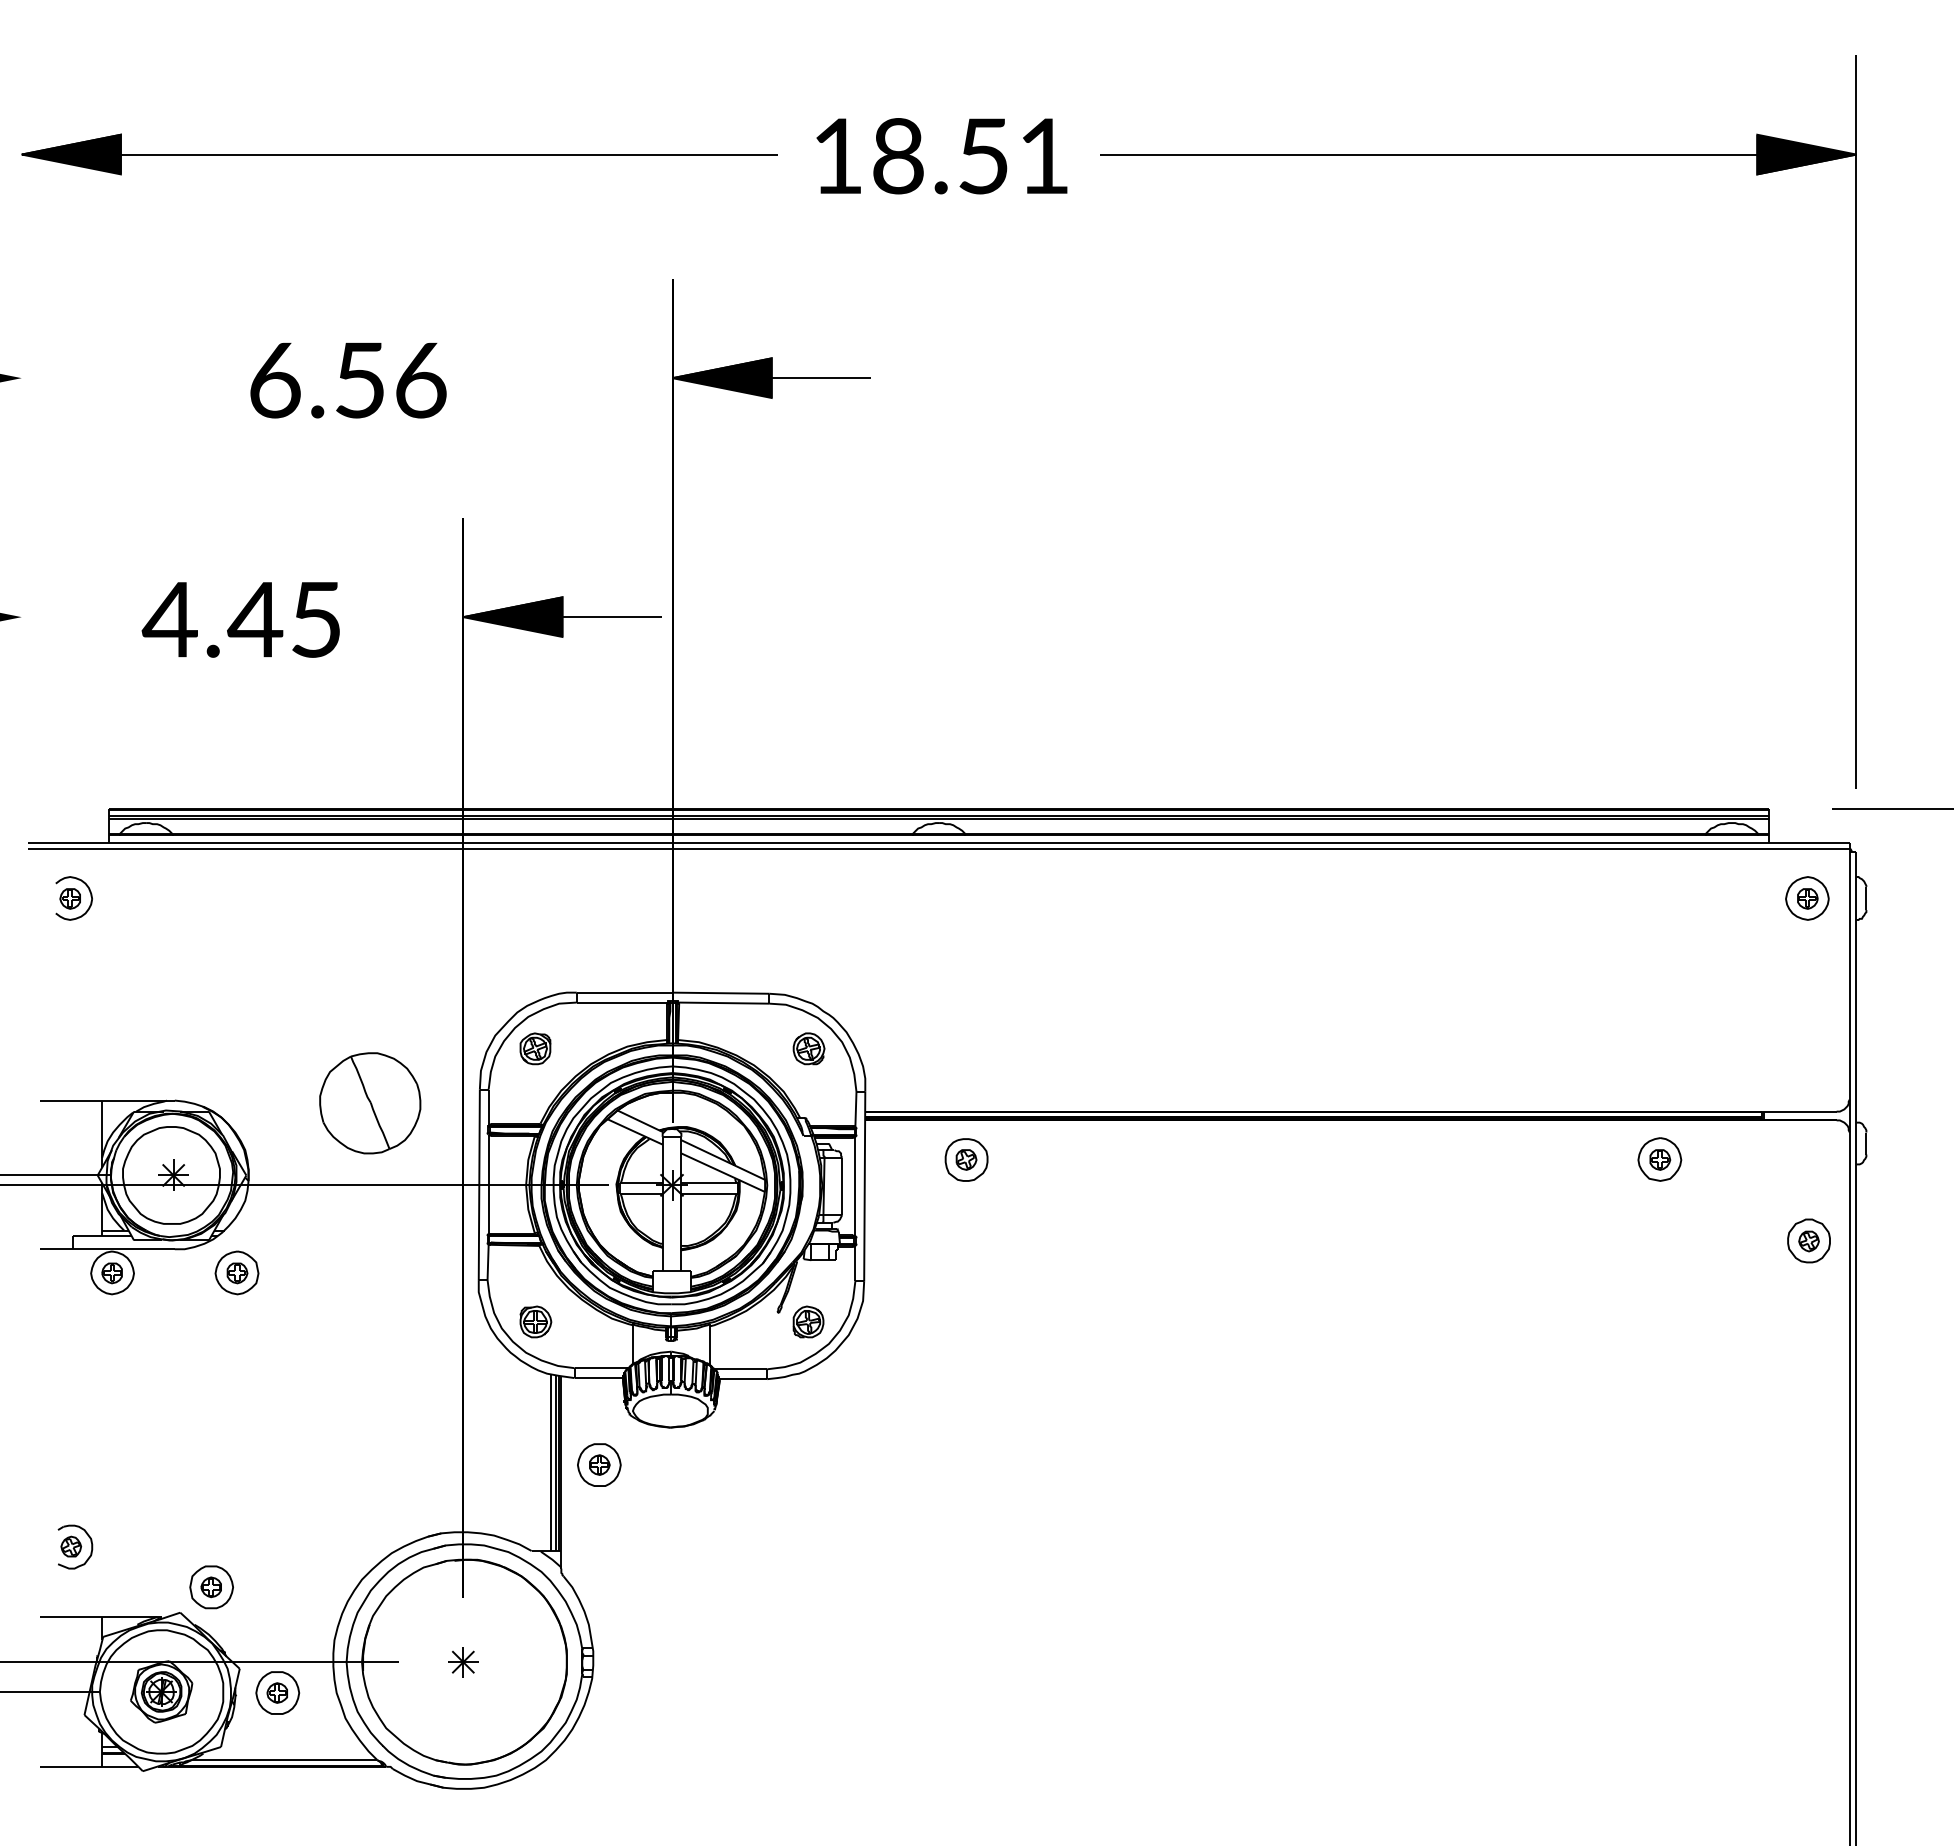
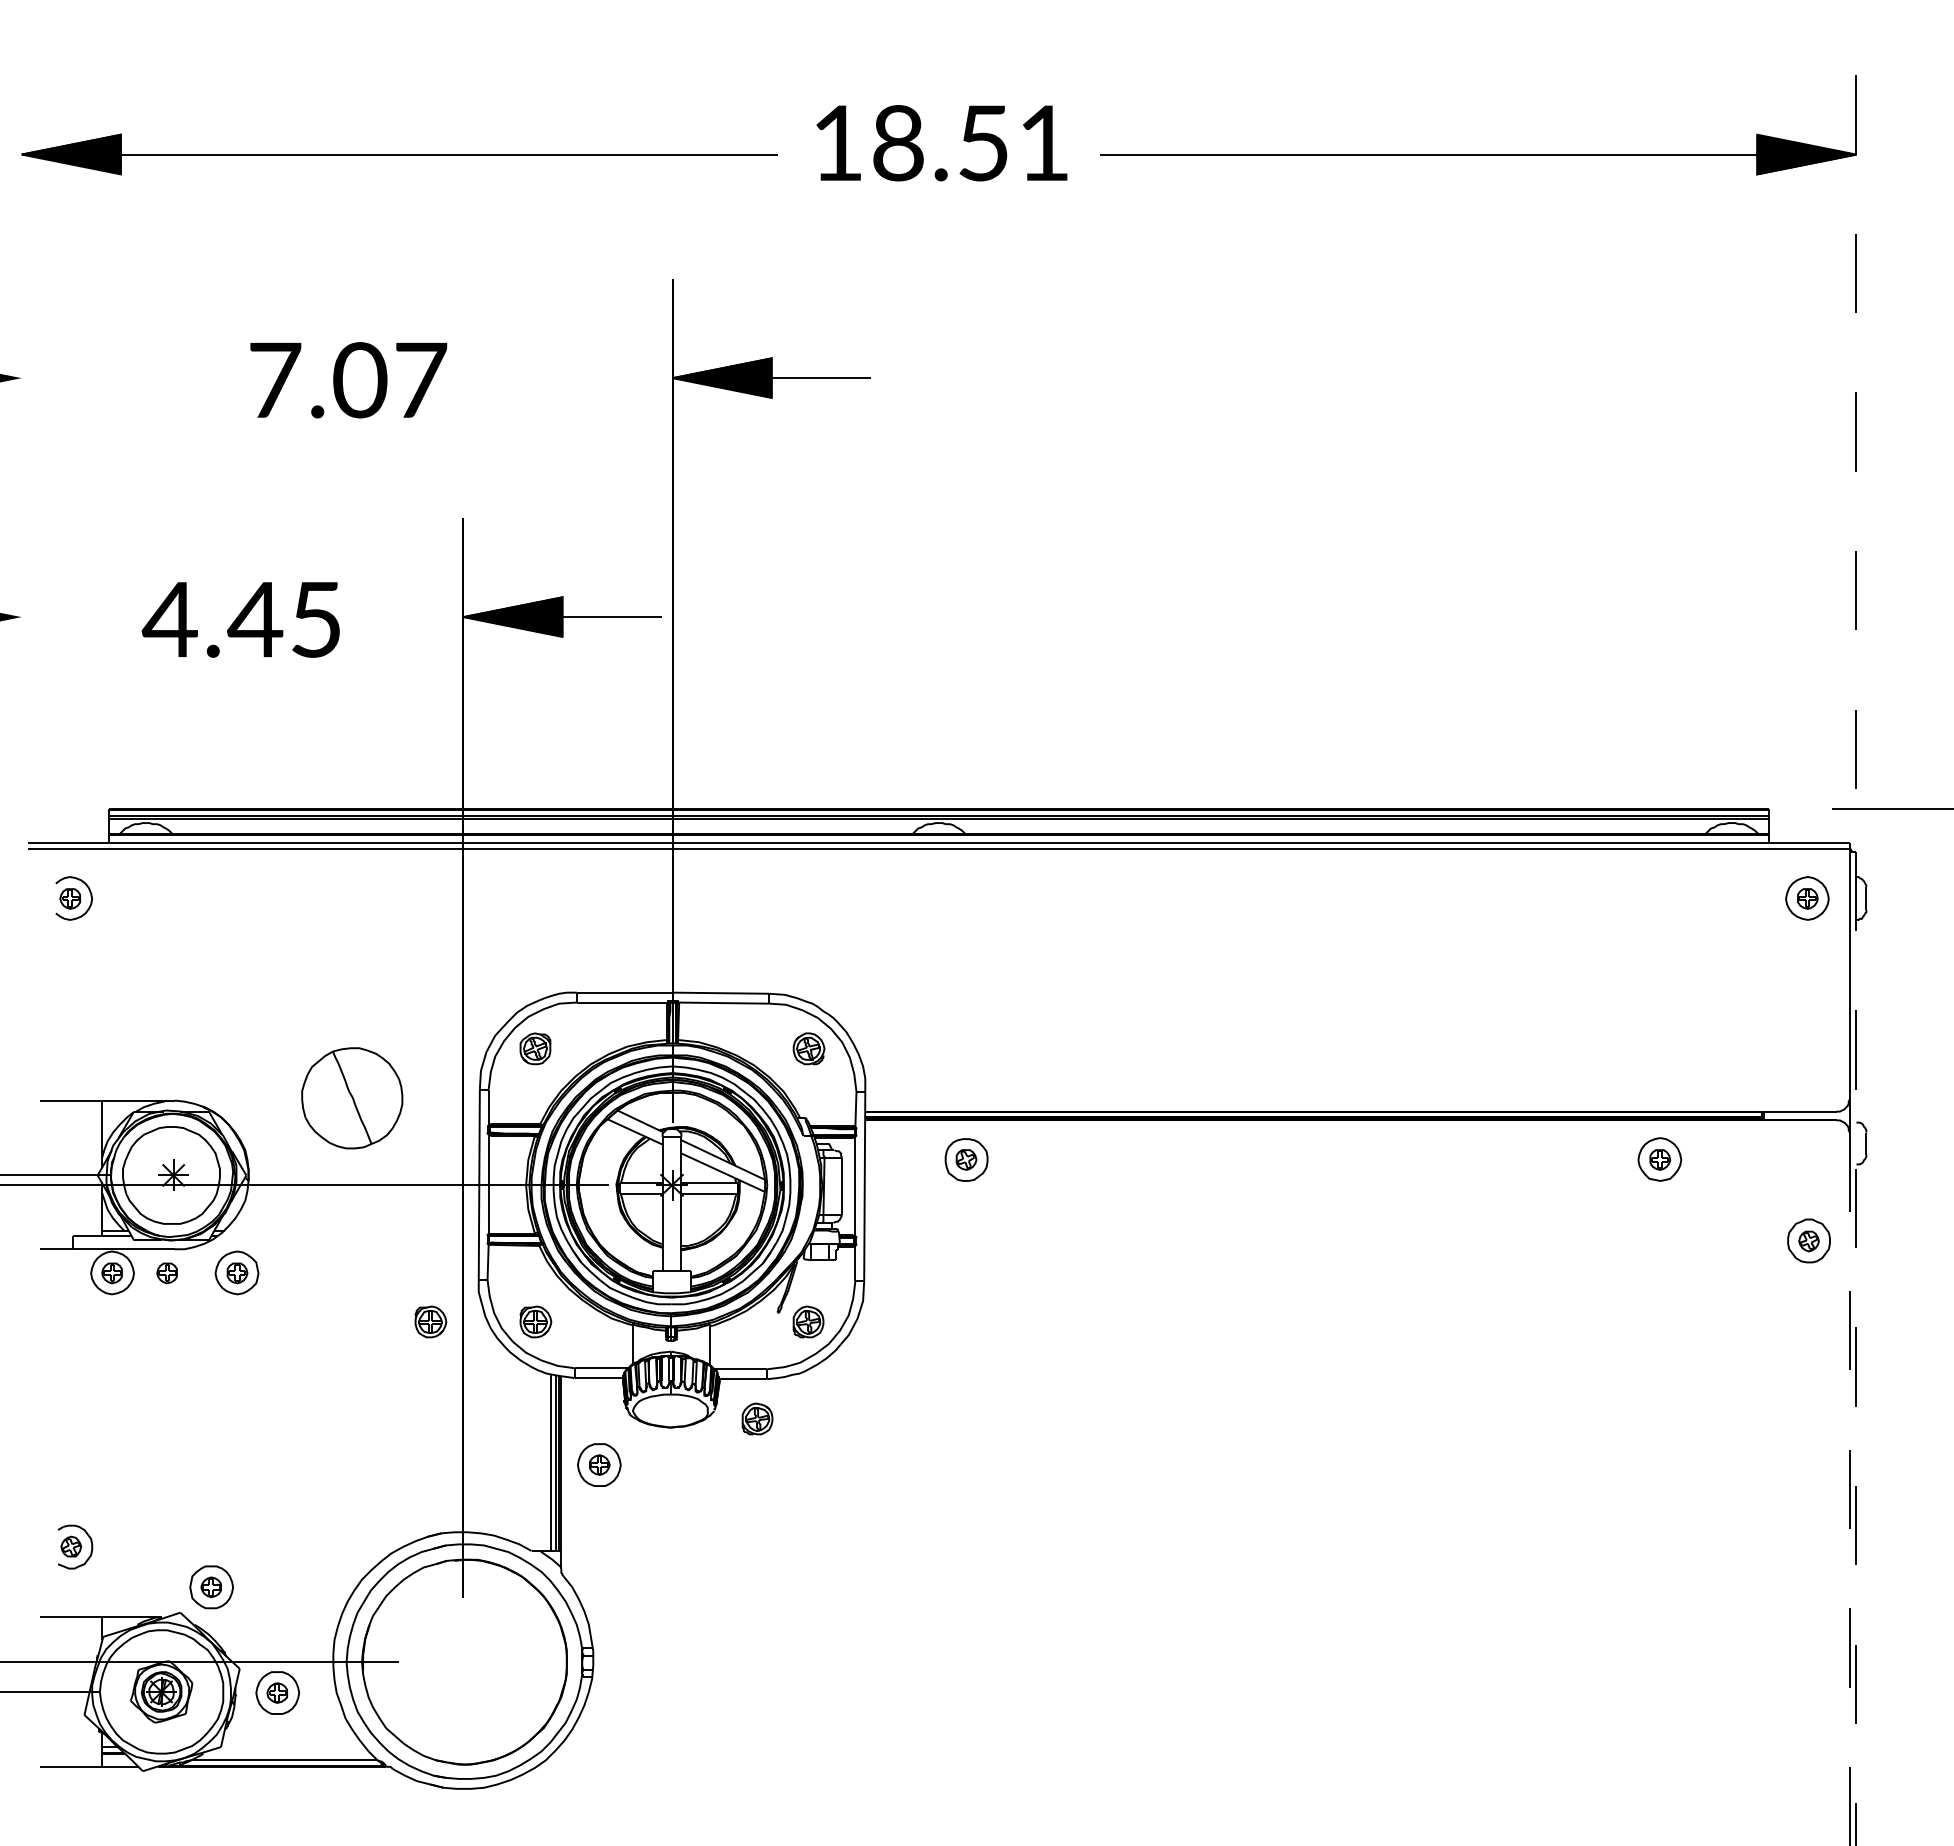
text at (941, 156) position: (941, 156) -> (941, 143)
text at (348, 380): 6.56 -> 7.07
line at (1856, 422): solid -> dashed
part at (370, 1103) position: (370, 1103) -> (352, 1098)
part at (166, 1273): none -> present
part at (430, 1321): none -> present
line at (1856, 1348): solid -> dashed
part at (757, 1418): none -> present
line at (1849, 1489): solid -> dashed
part at (463, 1662): present -> none
